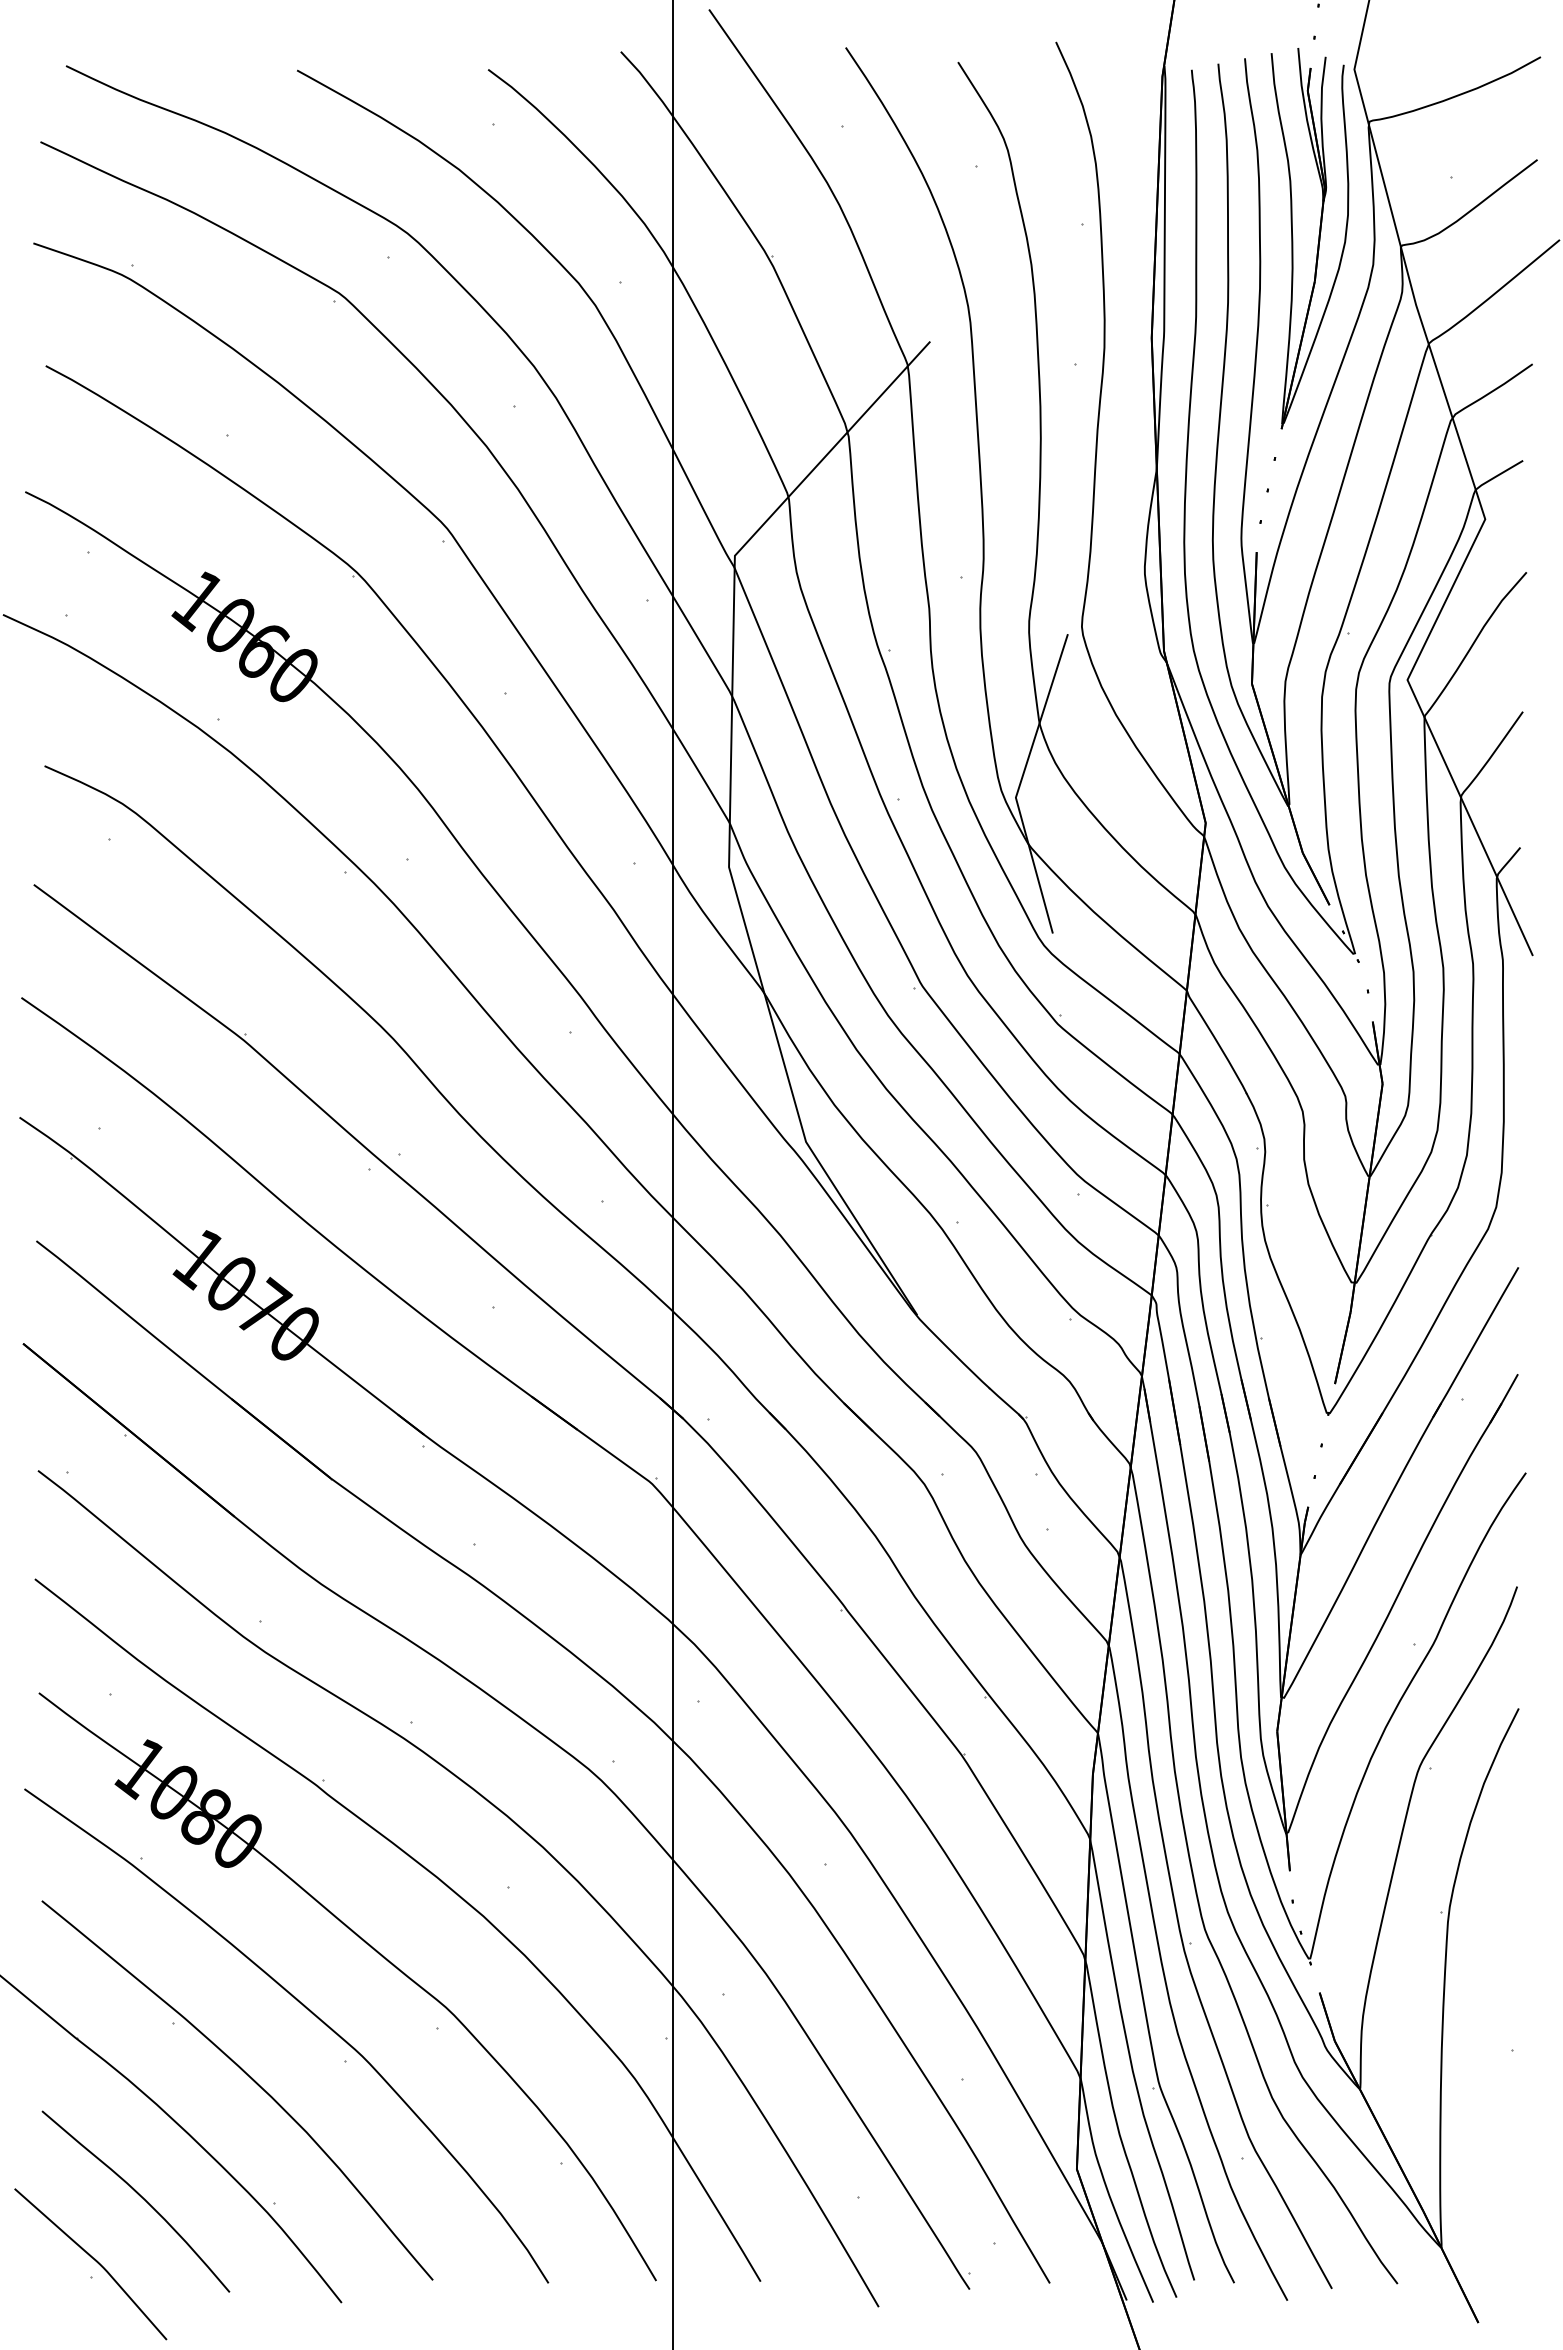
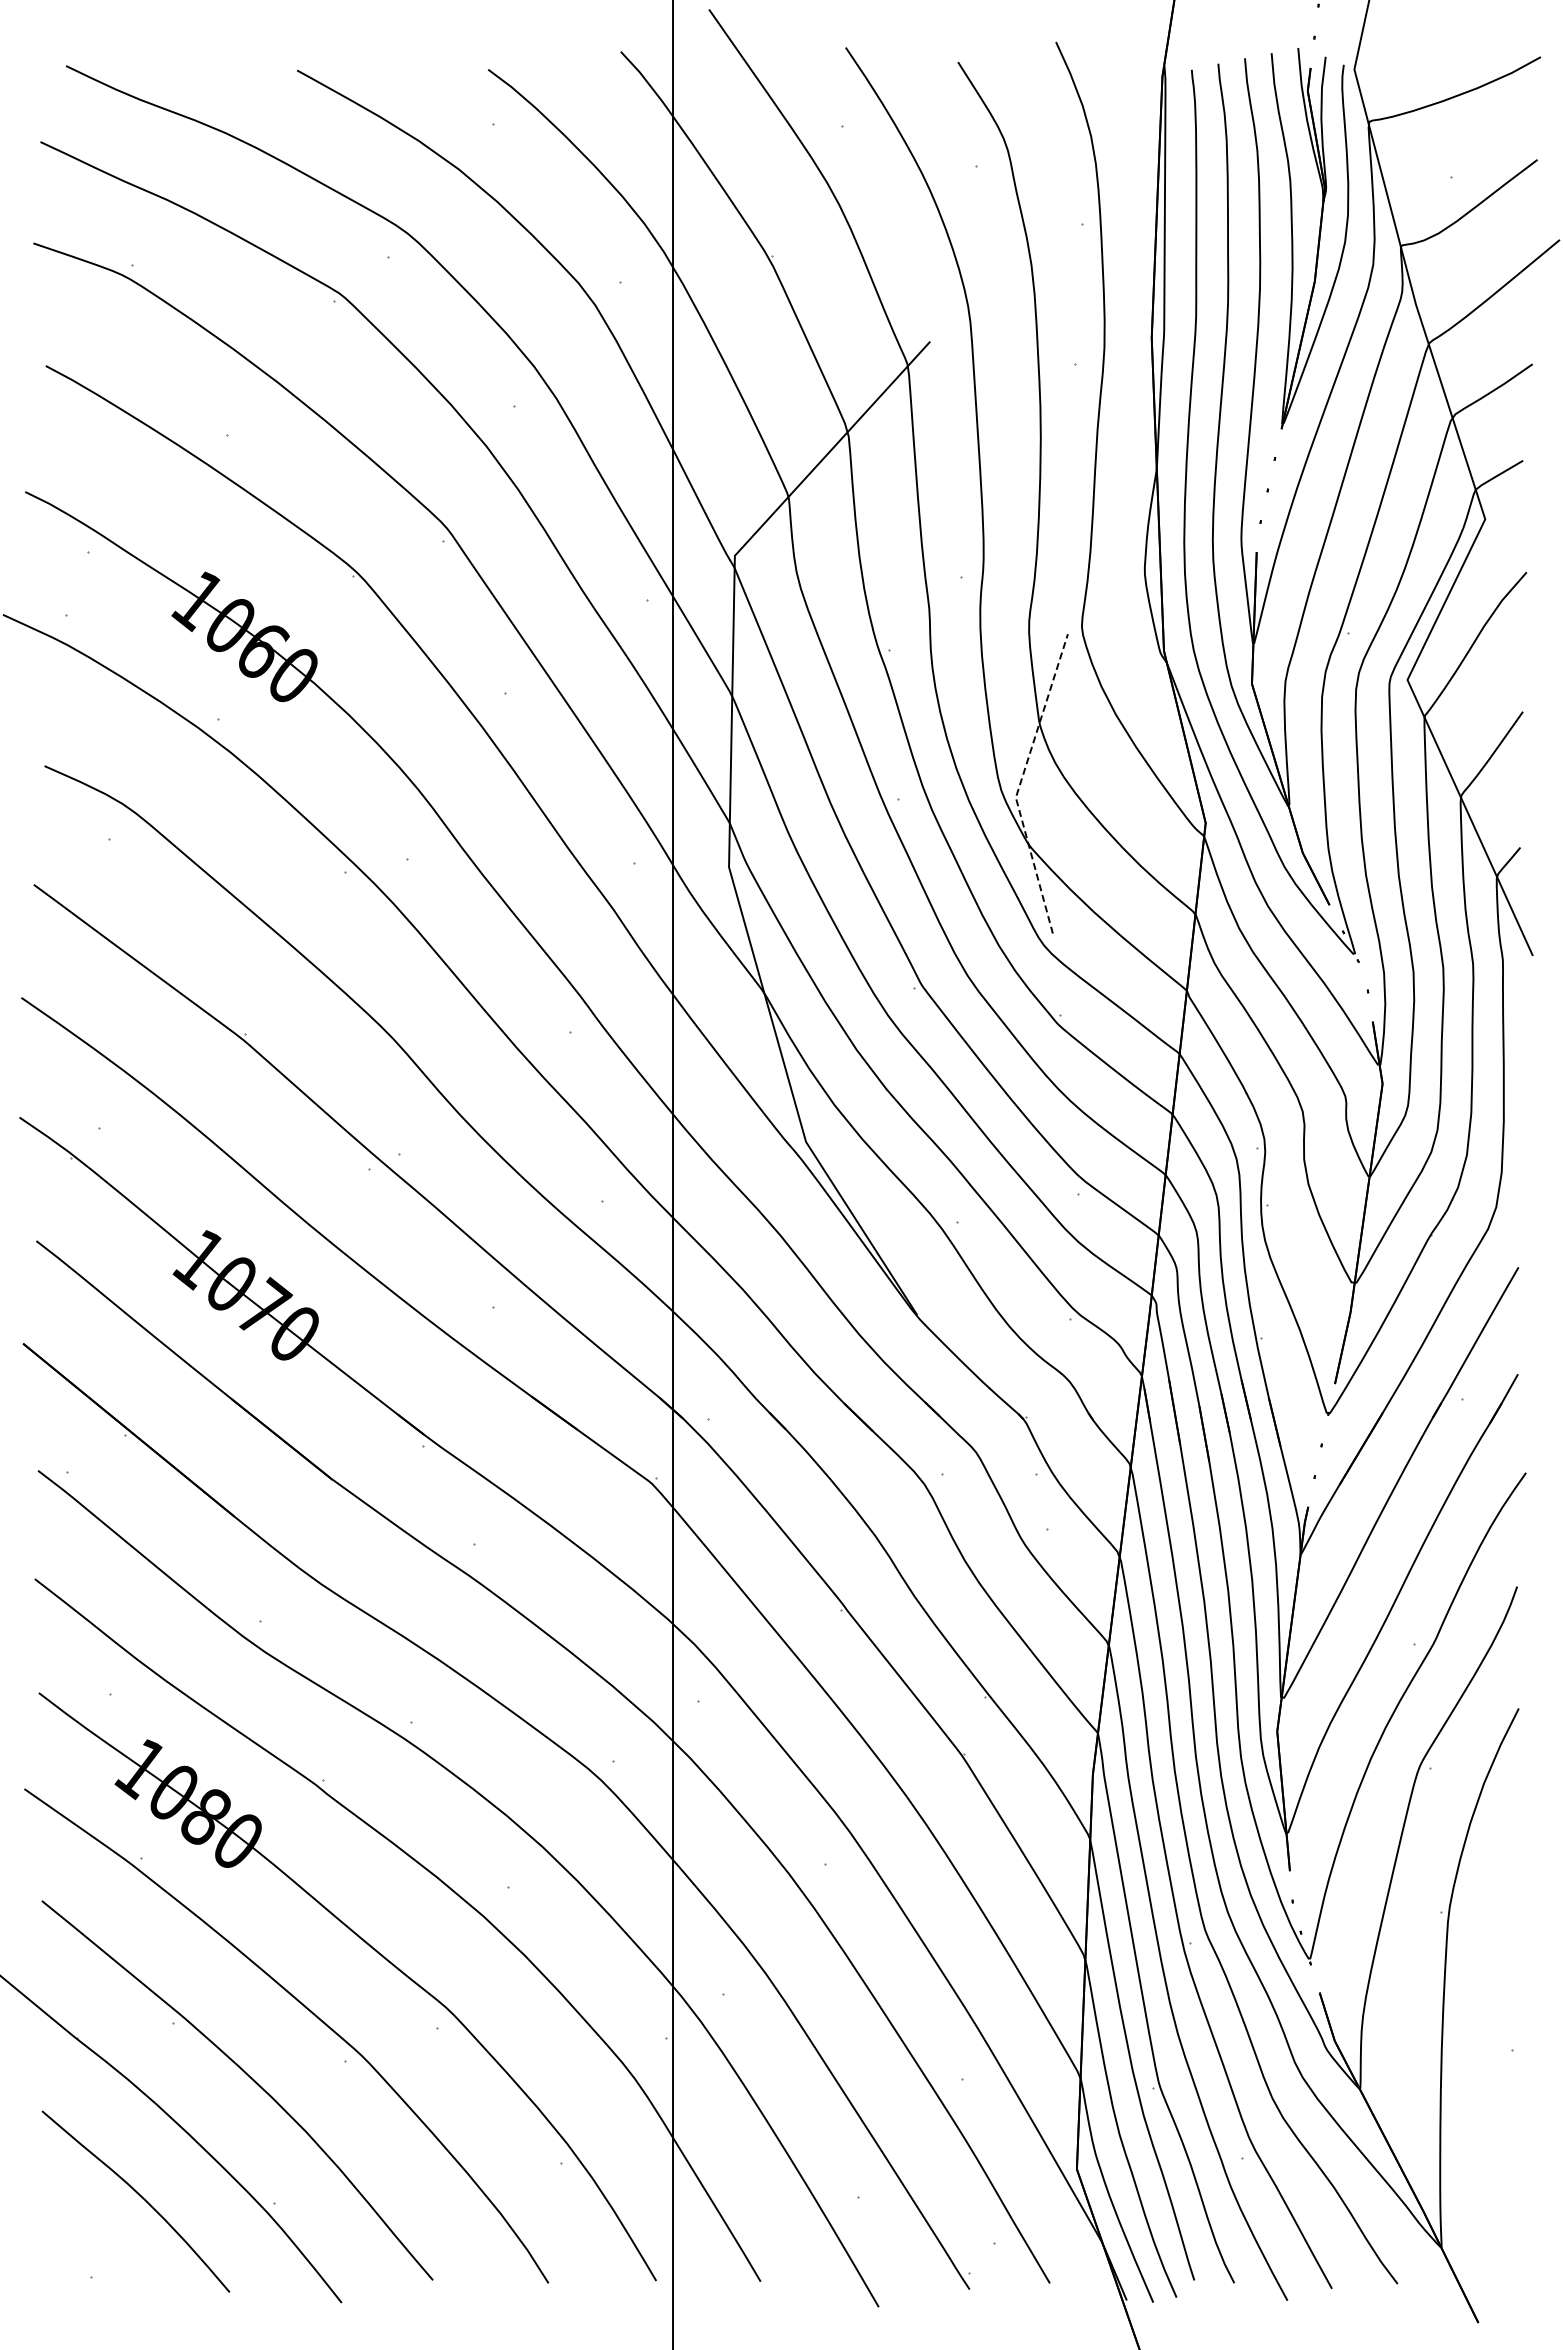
line at (1020, 783): solid -> dashed
curve at (94, 2260): present -> none
